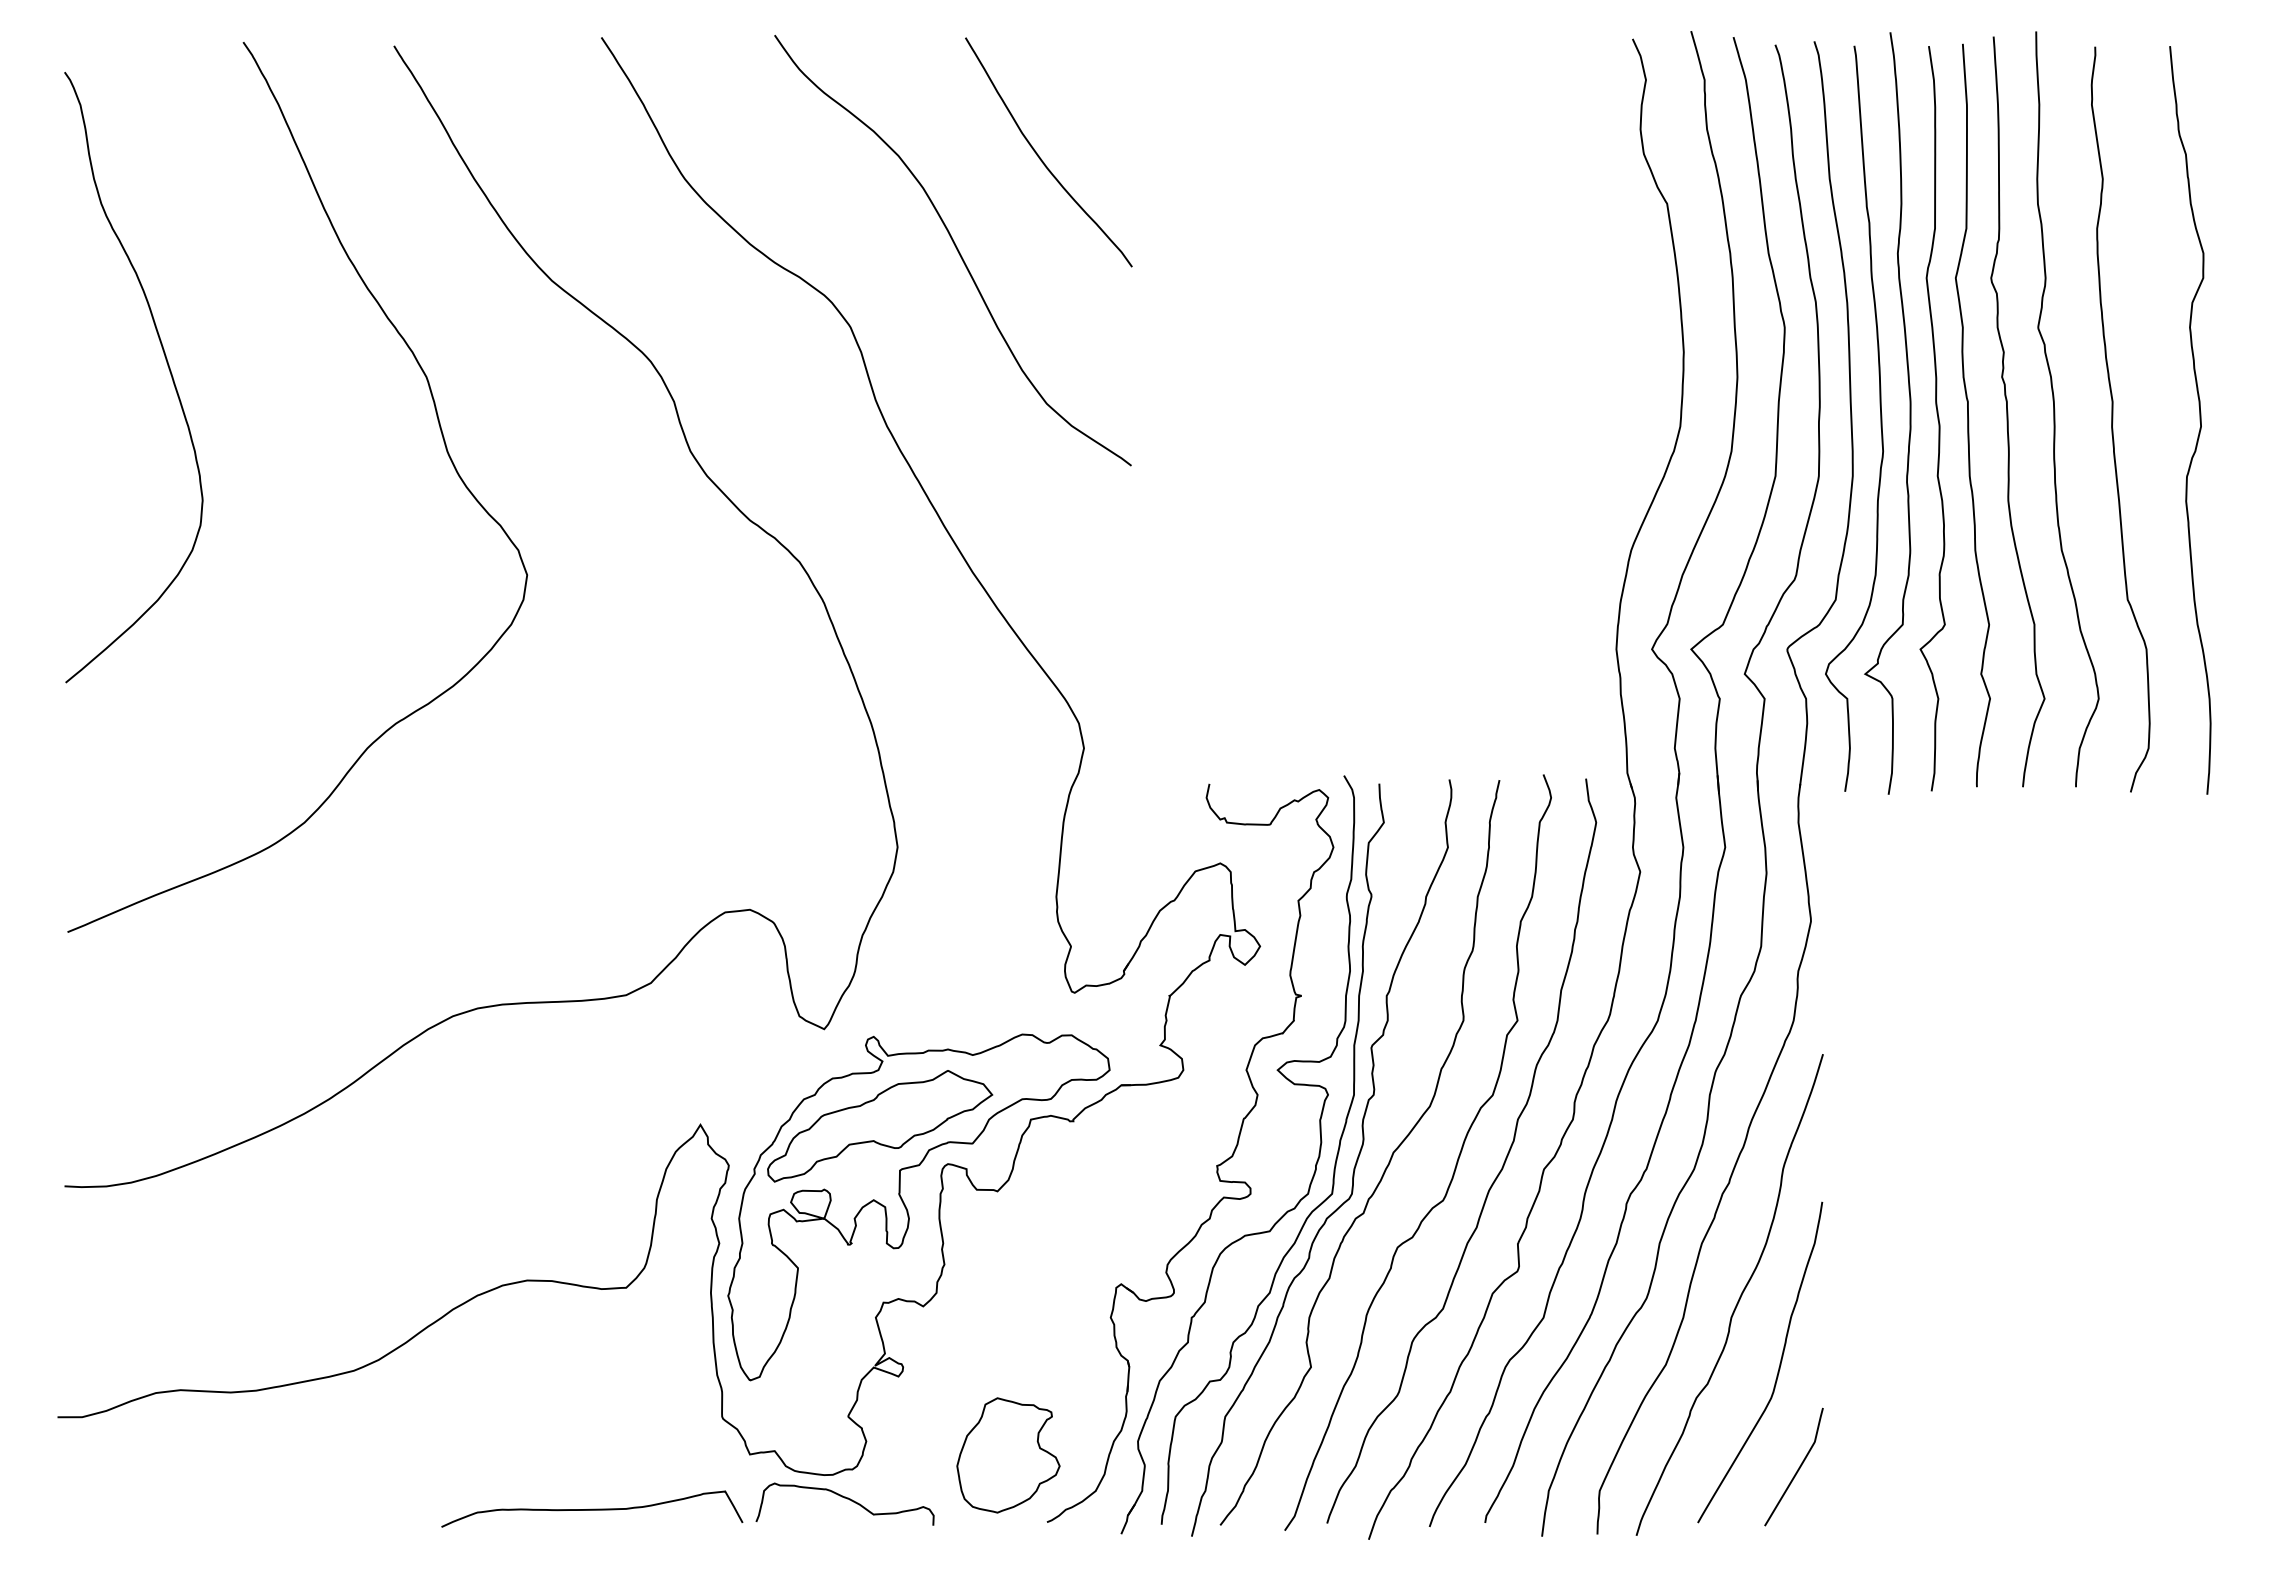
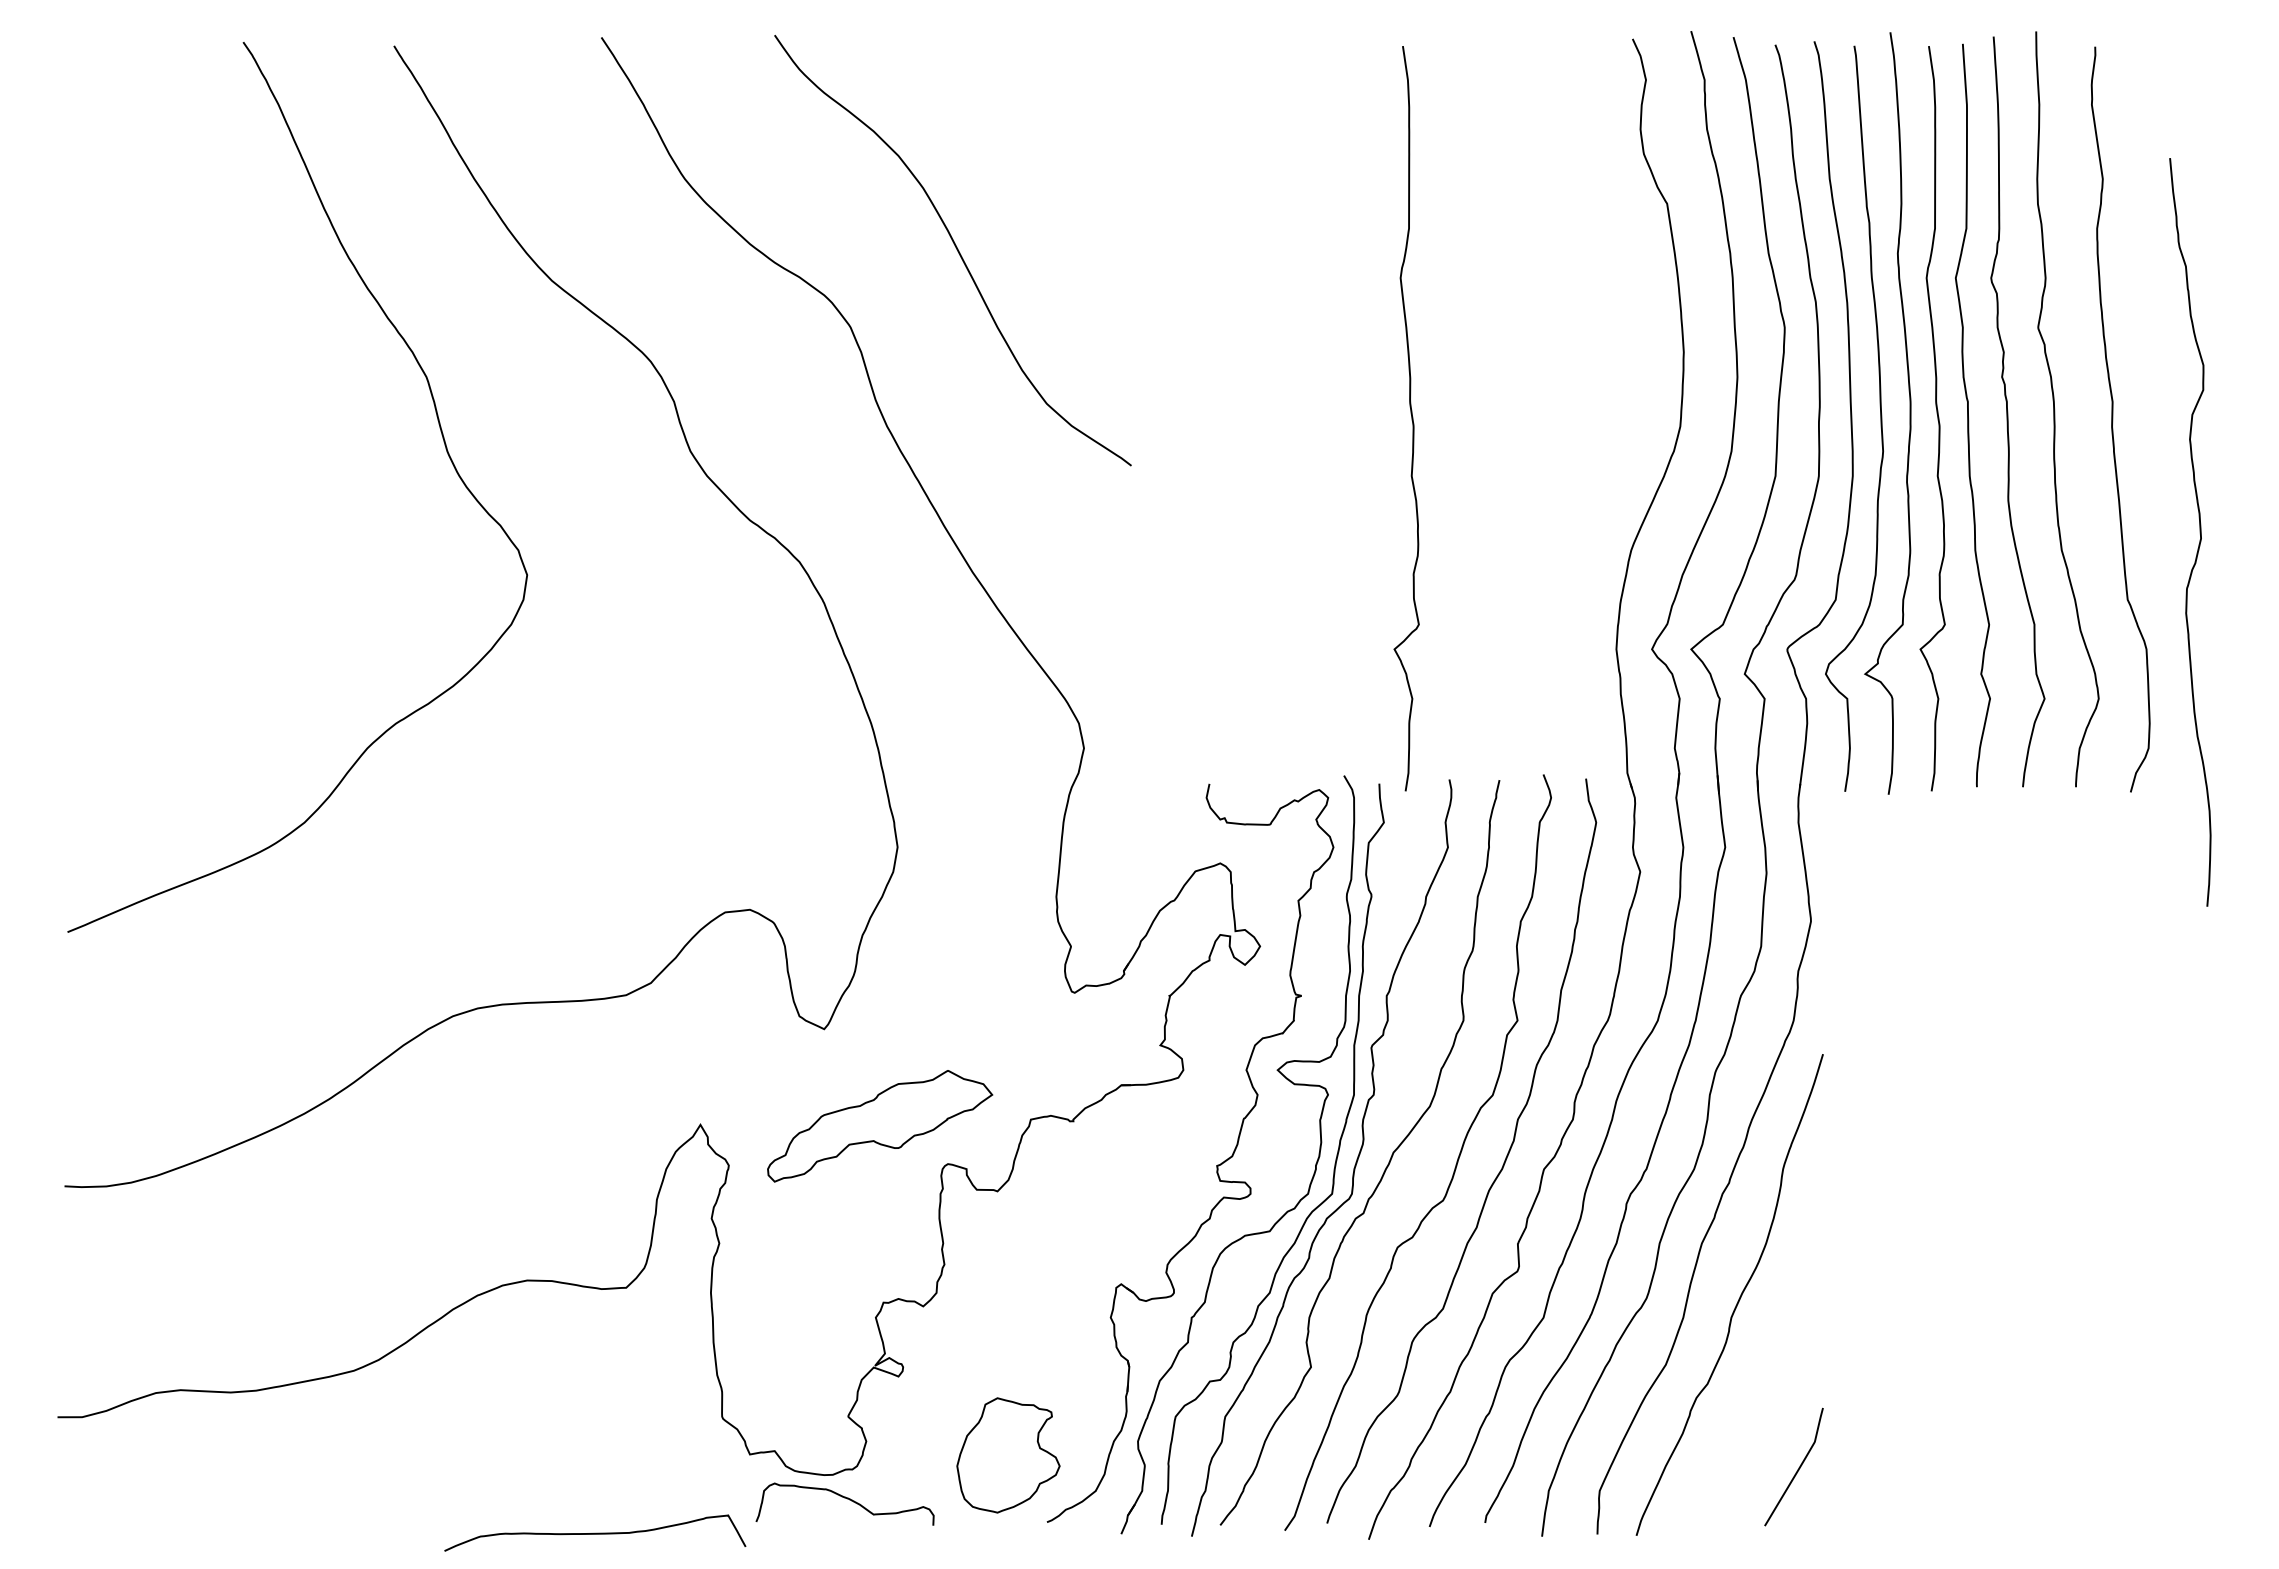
curve at (1041, 158): present -> none
curve at (167, 366): present -> none
curve at (1411, 418): none -> present
curve at (2199, 420) position: (2199, 420) -> (2199, 532)
part at (908, 1210): present -> none
curve at (1778, 1367): present -> none
curve at (592, 1508) position: (592, 1508) -> (595, 1532)
